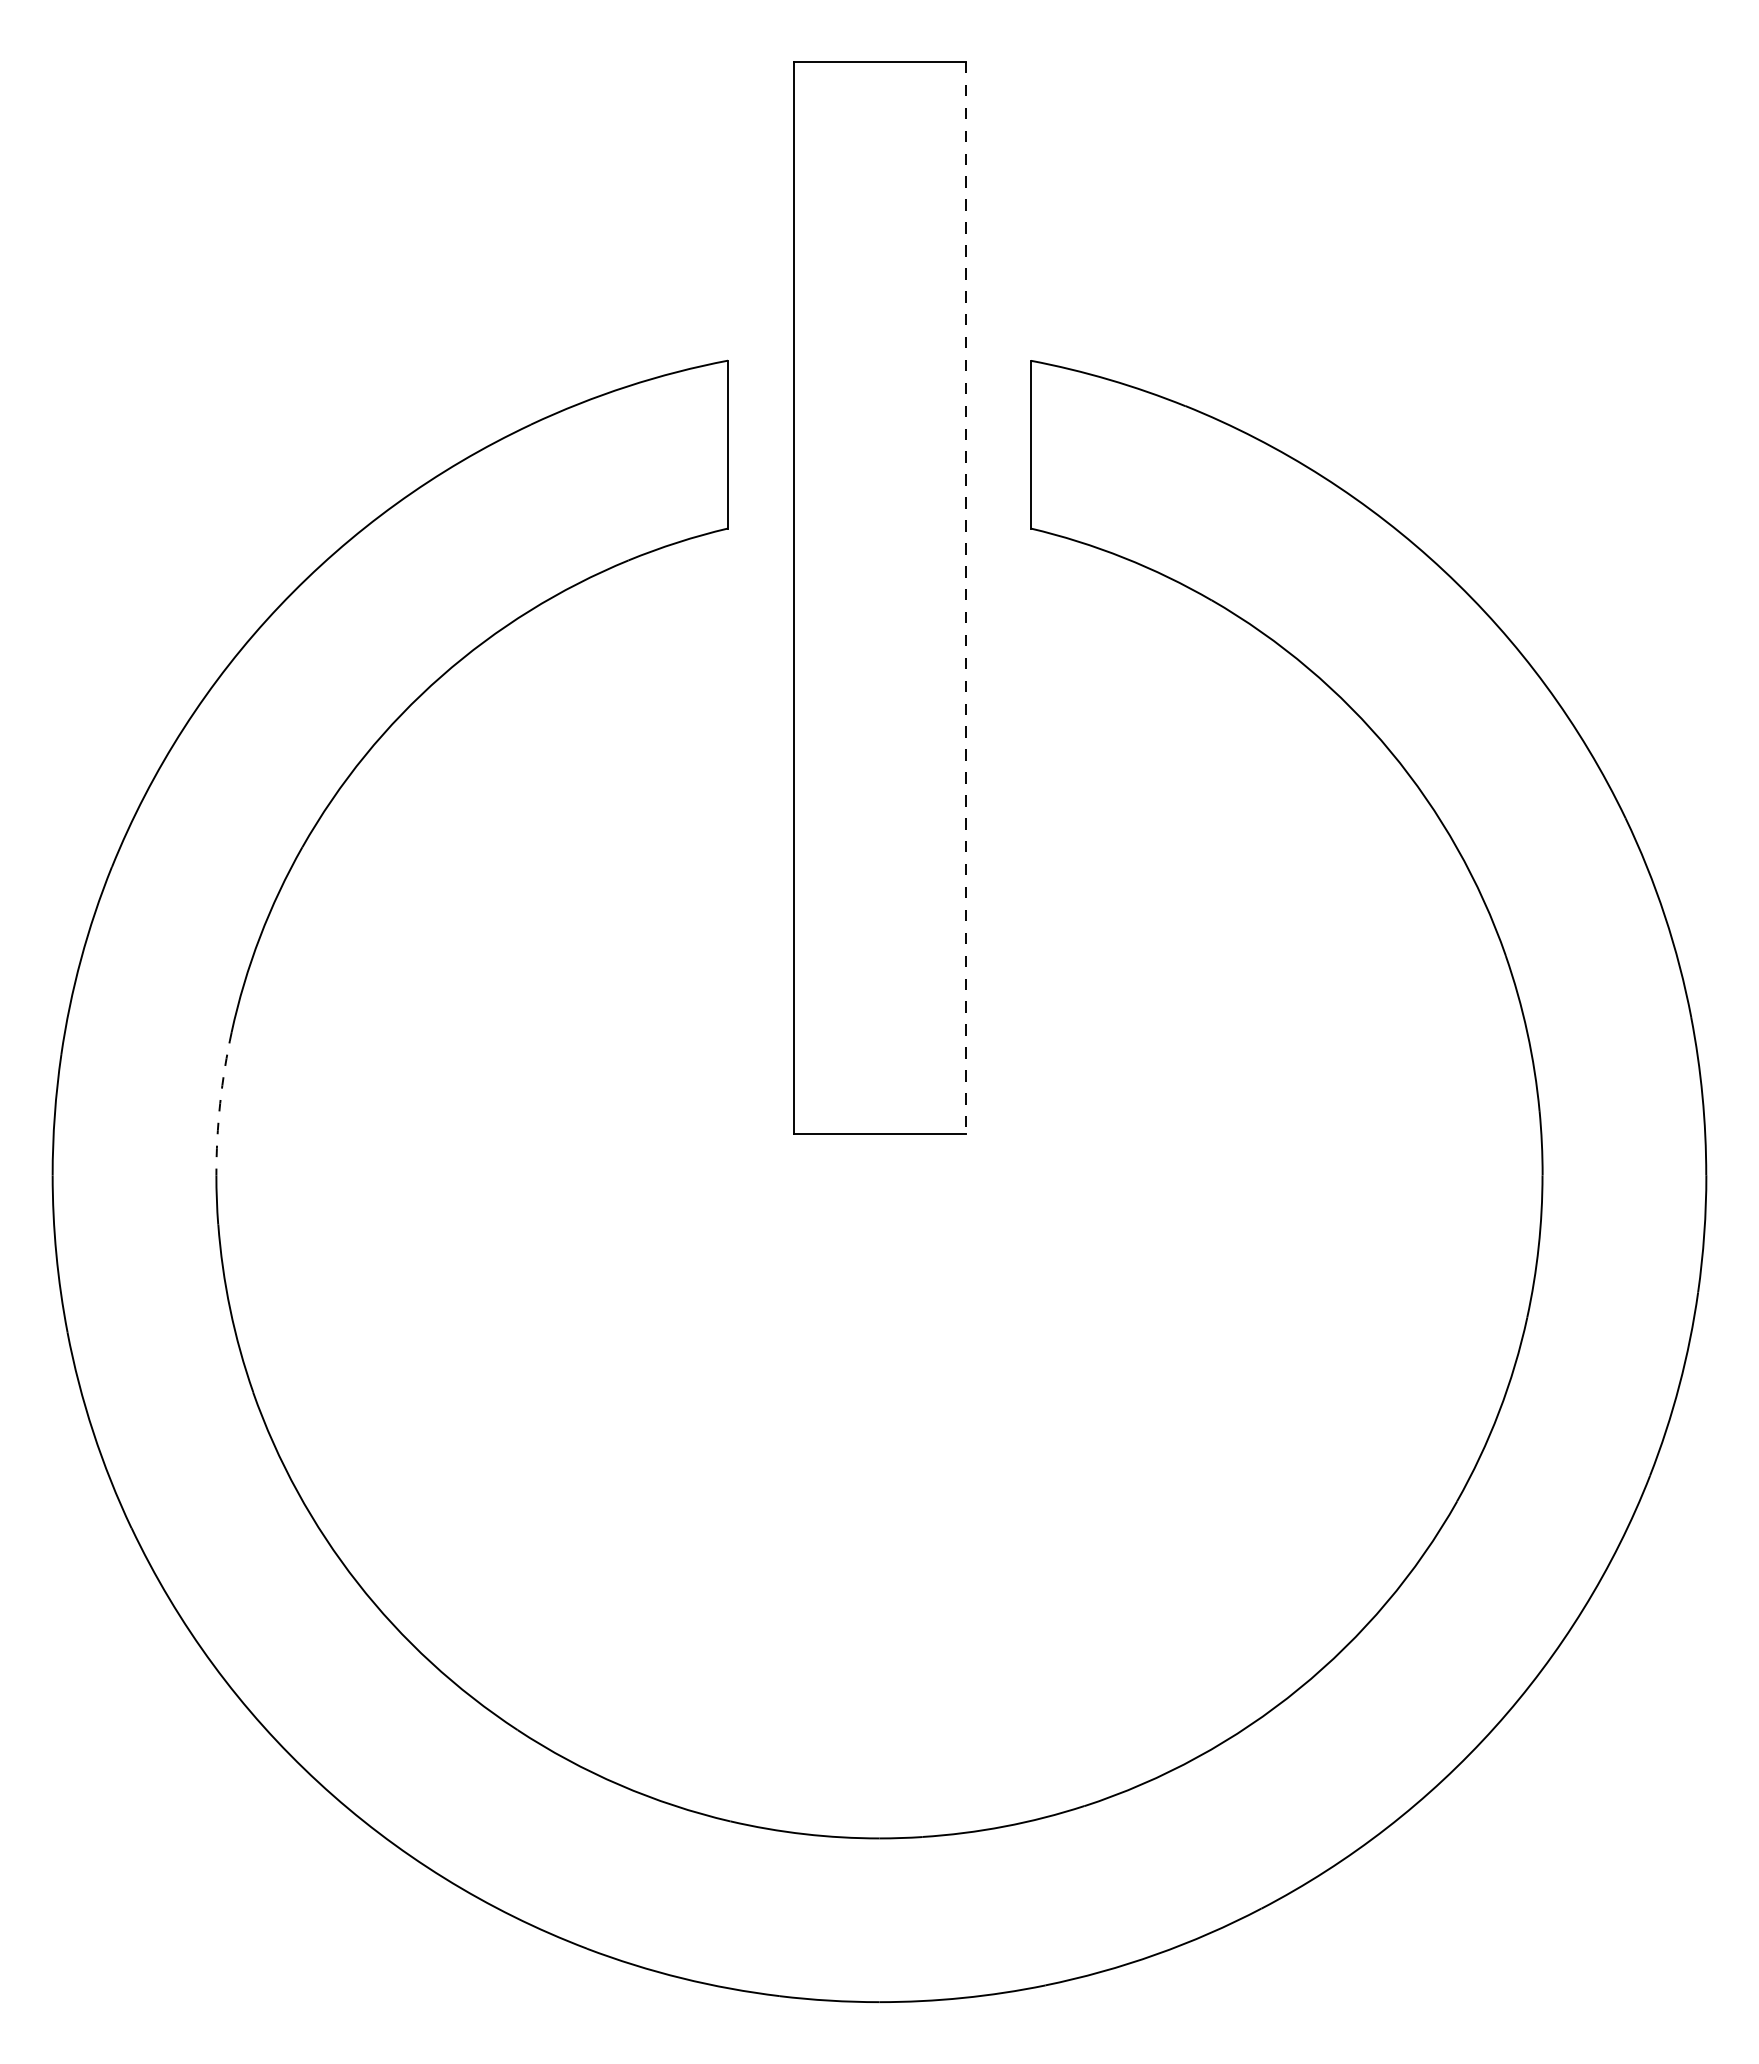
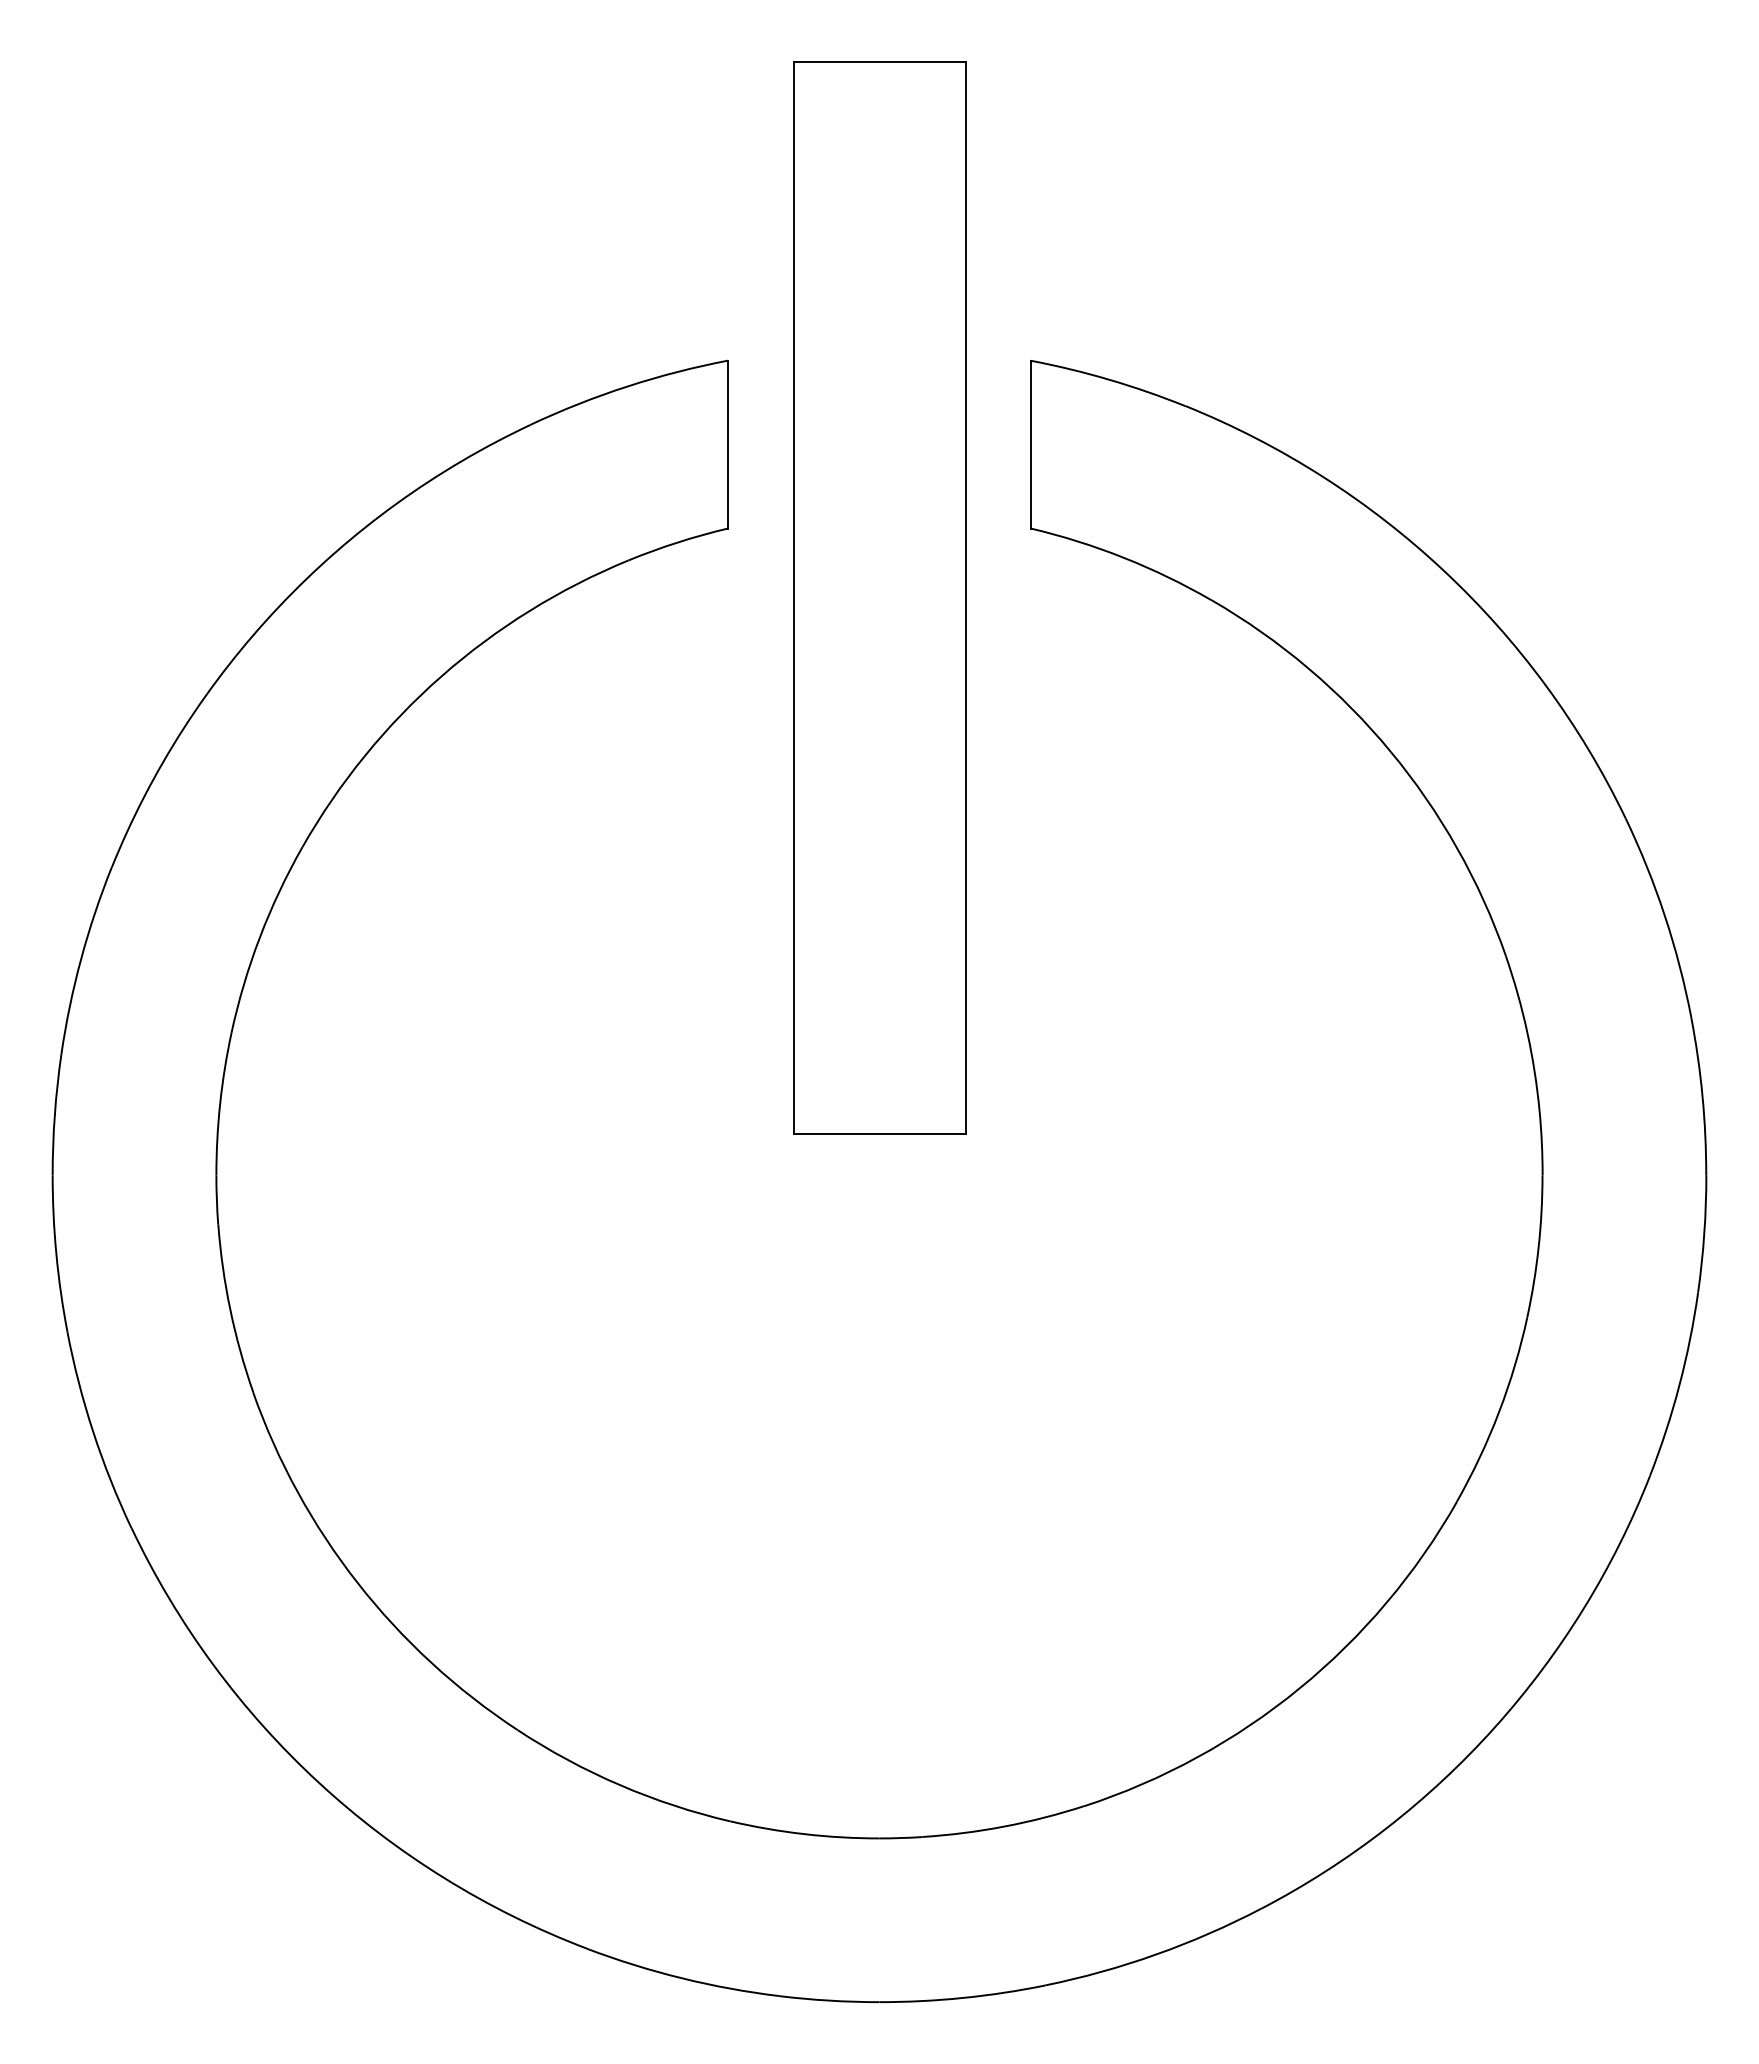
line at (965, 598): dashed -> solid
arc at (220, 1103): dashed -> solid
